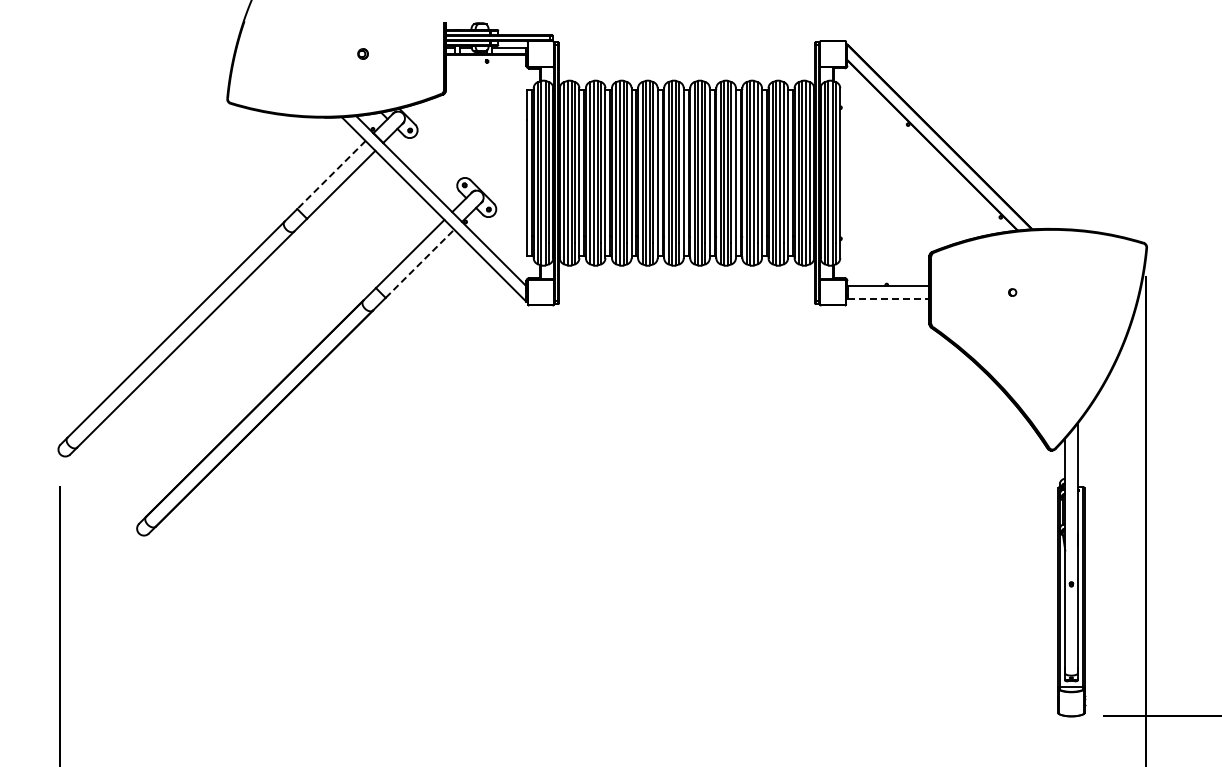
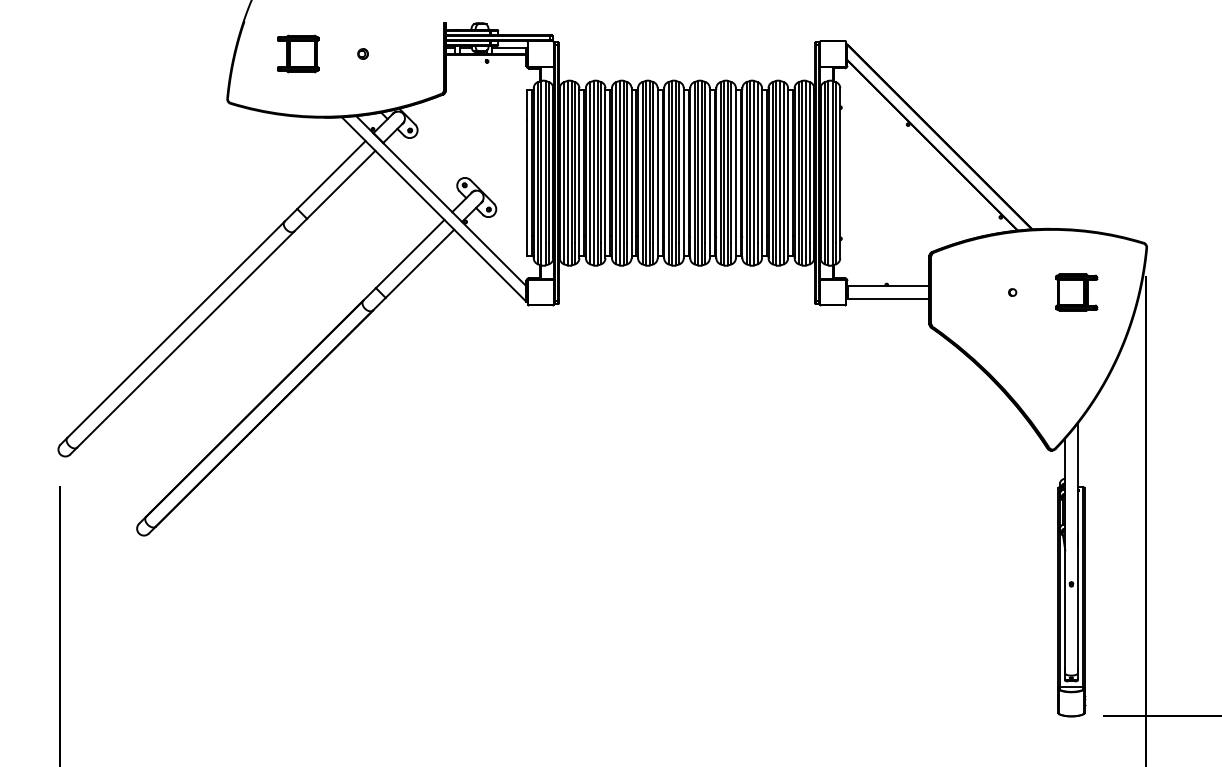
part at (298, 53): none -> present
line at (331, 175): dashed -> solid
line at (420, 263): dashed -> solid
part at (1076, 292): none -> present
line at (888, 298): dashed -> solid
